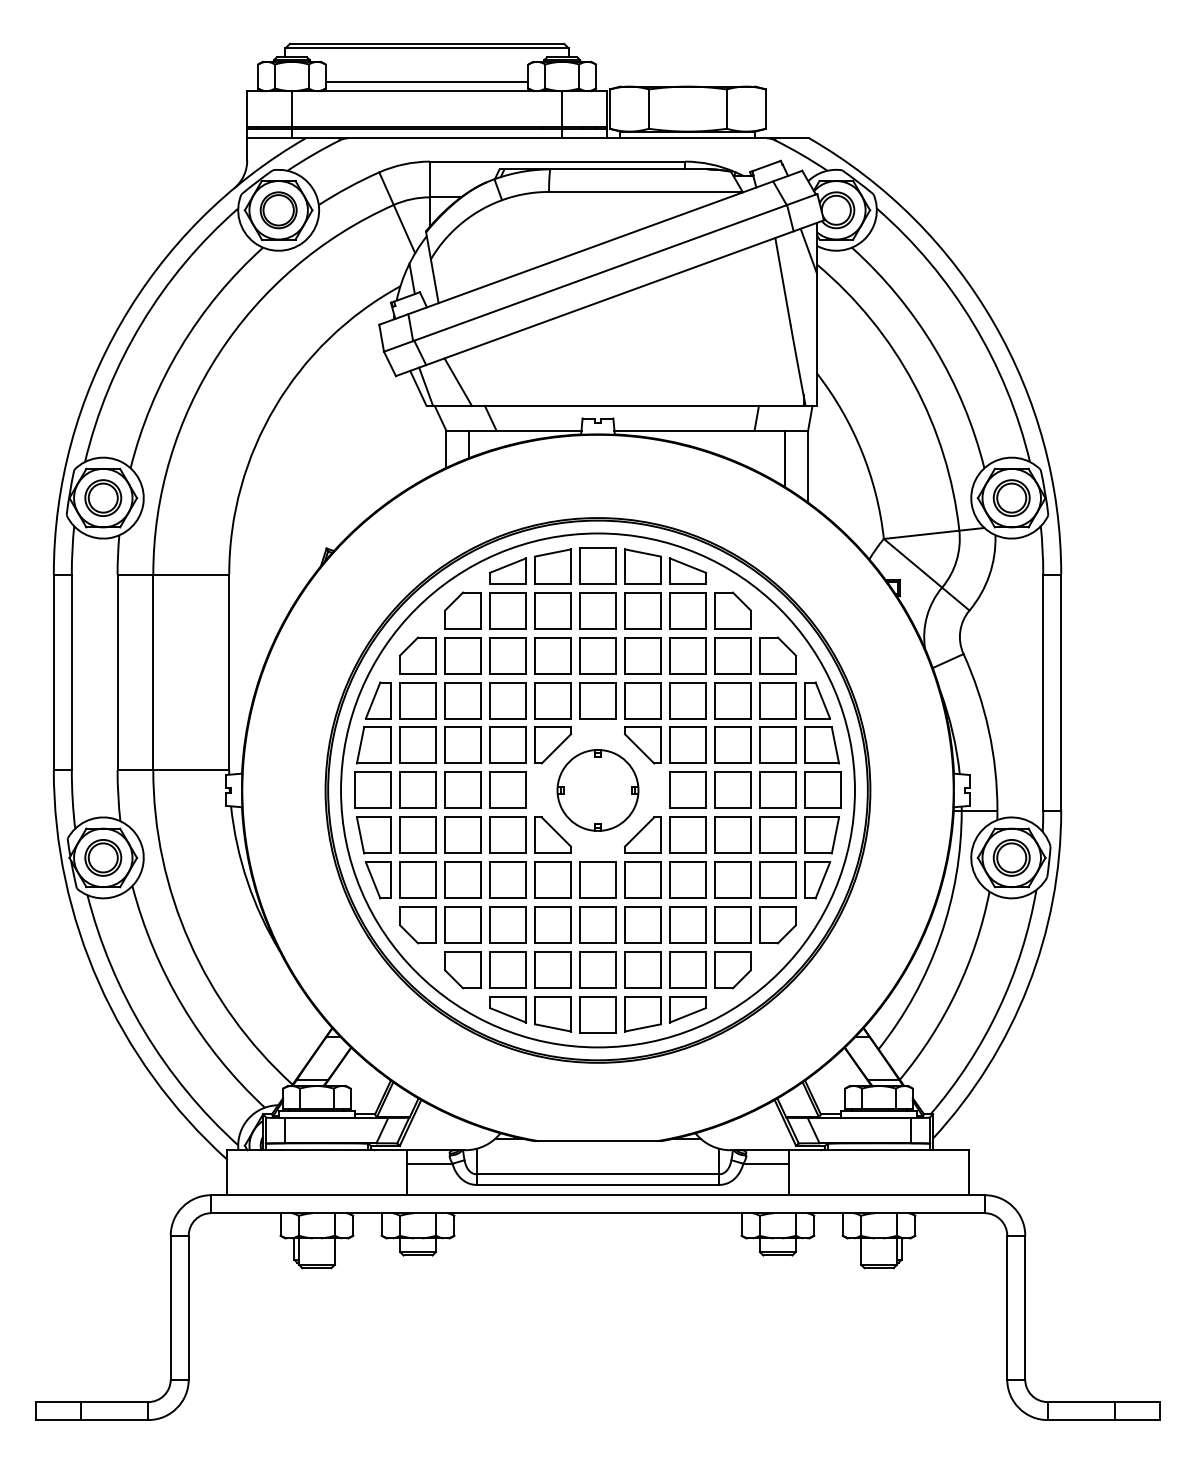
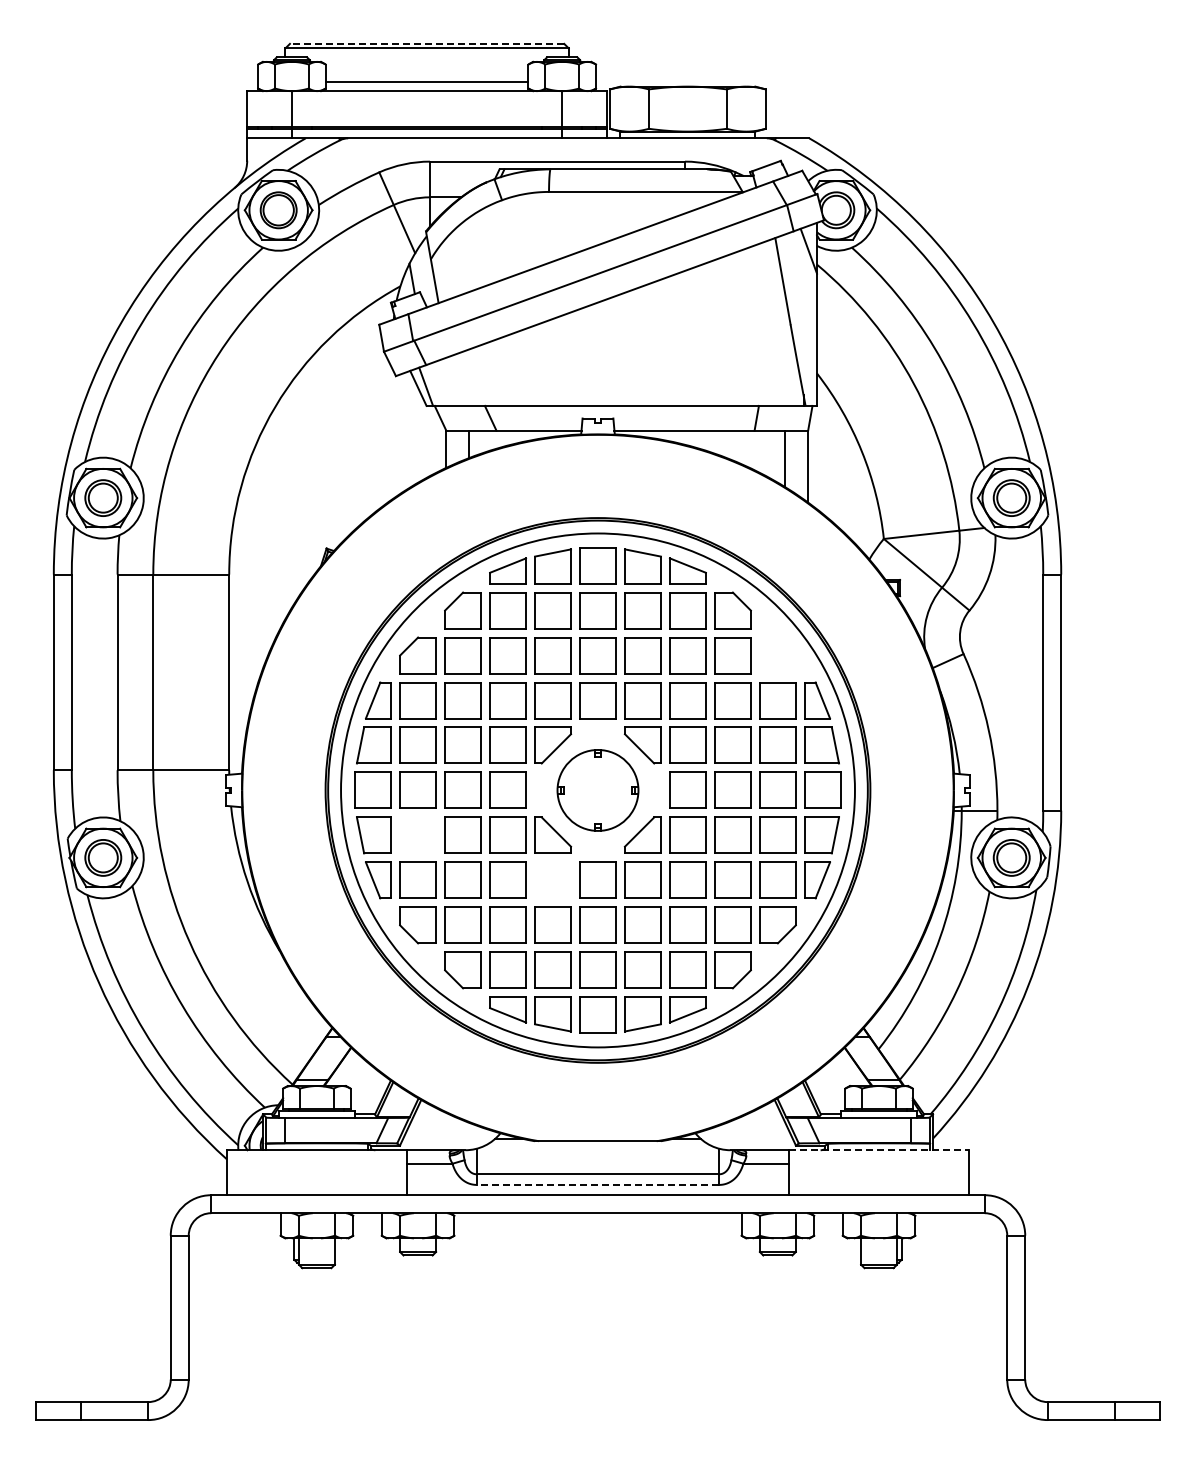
line at (426, 43): solid -> dashed
line at (457, 381): present -> none
part at (777, 655): present -> none
part at (417, 834): present -> none
part at (552, 879): present -> none
line at (879, 1150): solid -> dashed
line at (597, 1184): solid -> dashed
